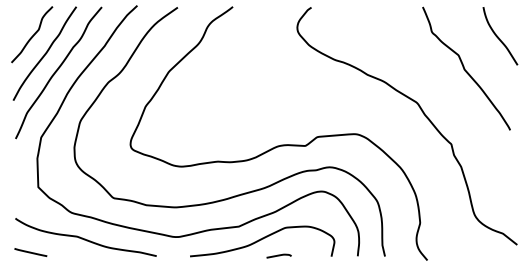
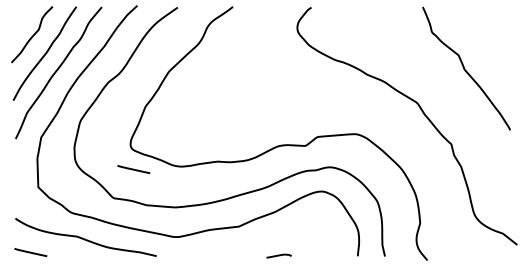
curve at (499, 37): present -> none
line at (133, 169): none -> present
curve at (261, 240): present -> none
